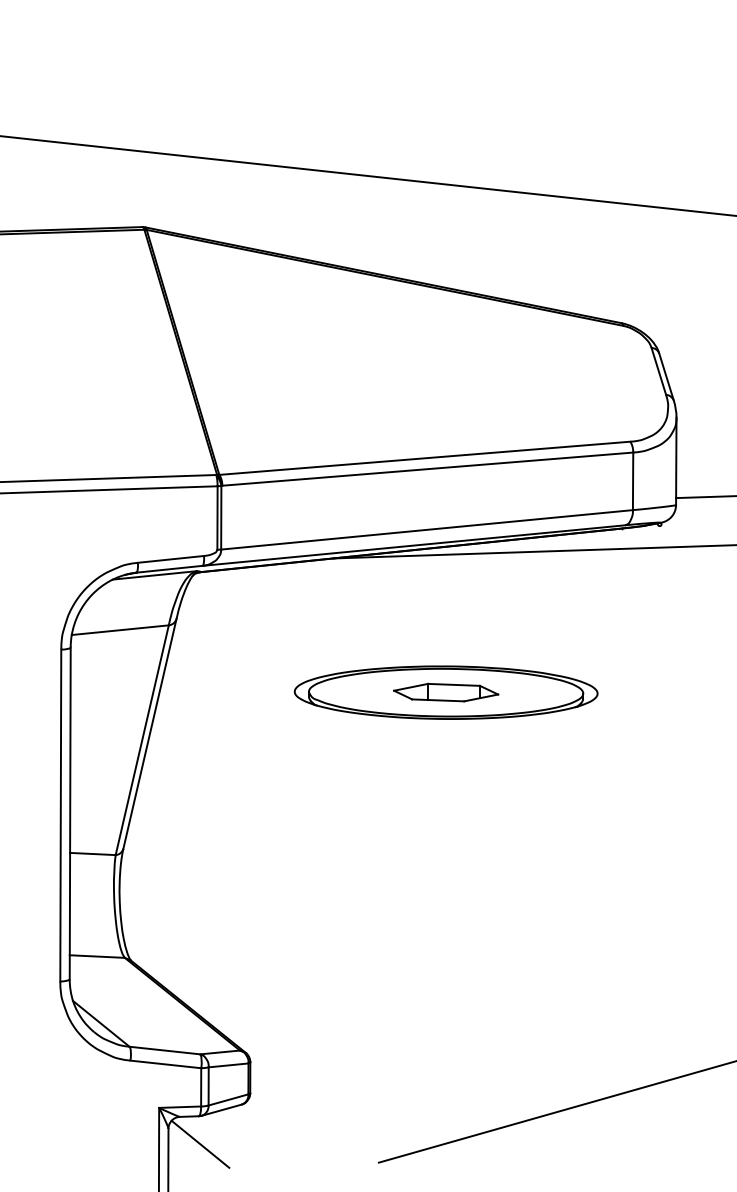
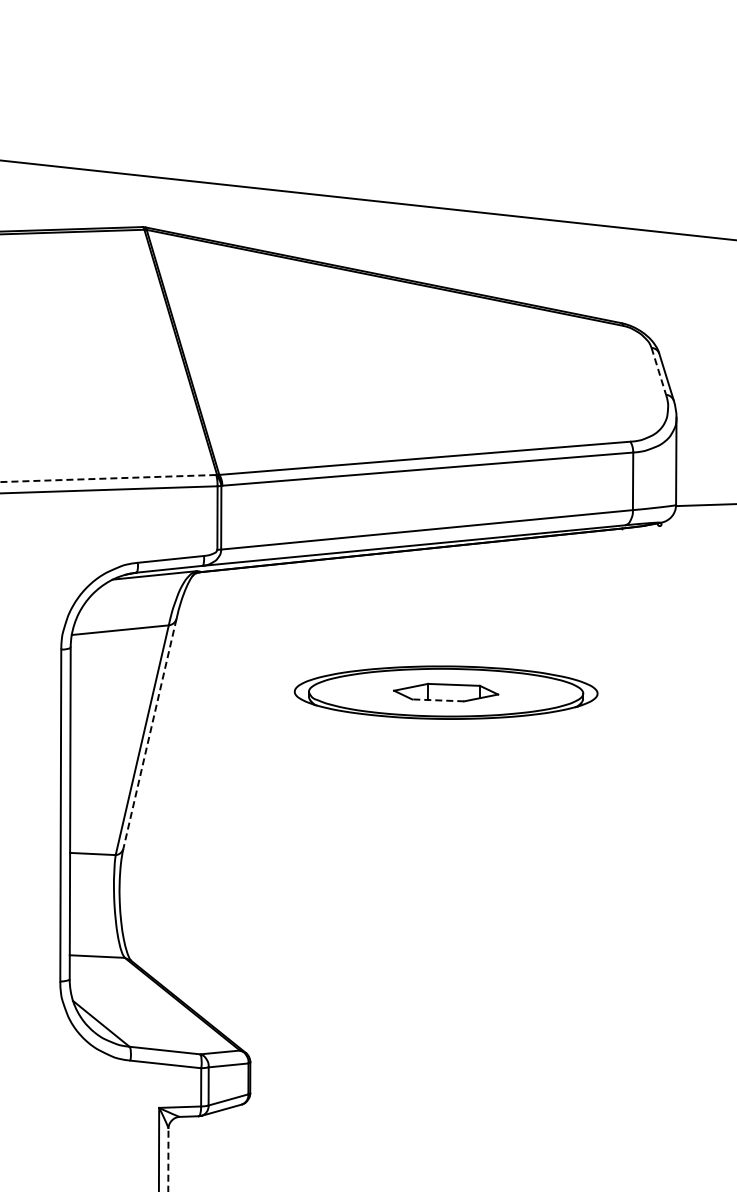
line at (367, 175) position: (367, 175) -> (367, 199)
line at (658, 371): solid -> dashed
line at (108, 478): solid -> dashed
line at (704, 497) position: (704, 497) -> (704, 505)
line at (533, 551): present -> none
line at (437, 700): solid -> dashed
line at (149, 733): solid -> dashed
line at (555, 1111): present -> none
line at (200, 1143): present -> none
line at (168, 1159): solid -> dashed
